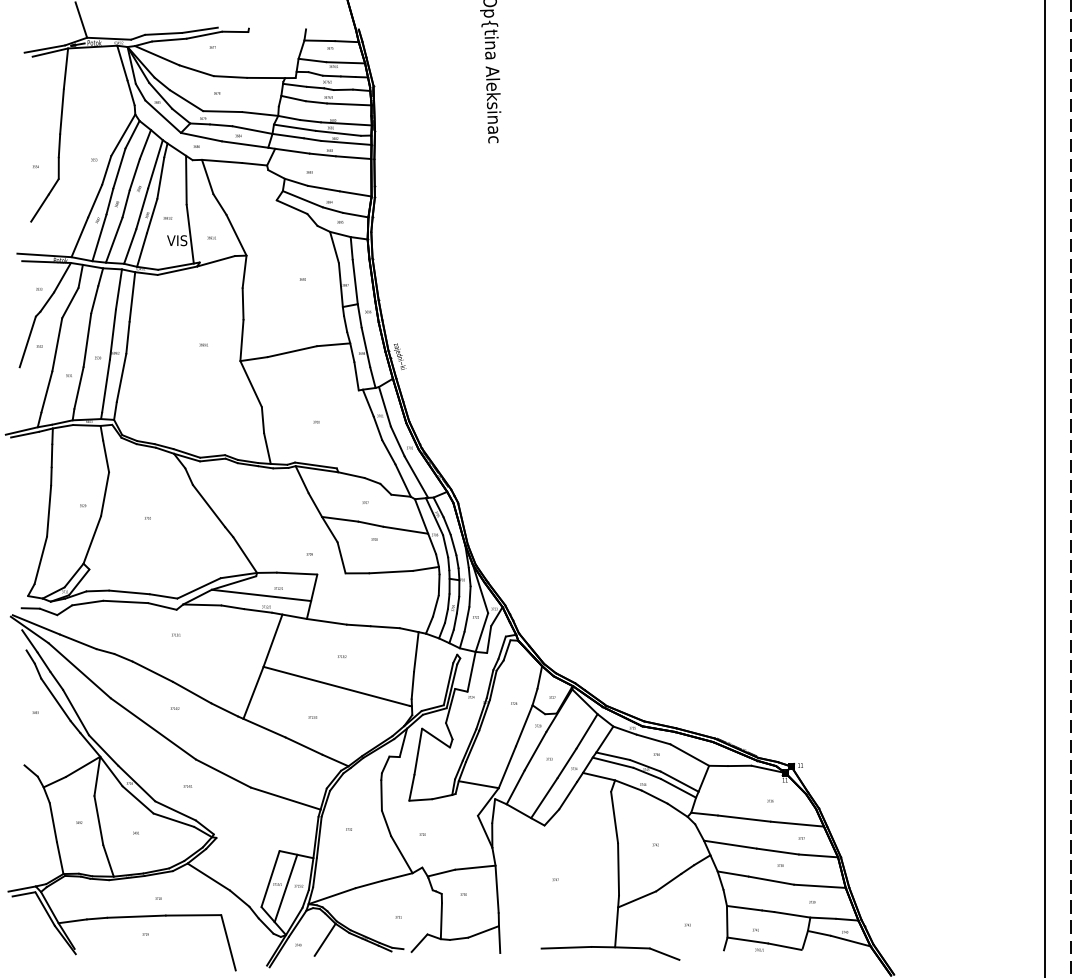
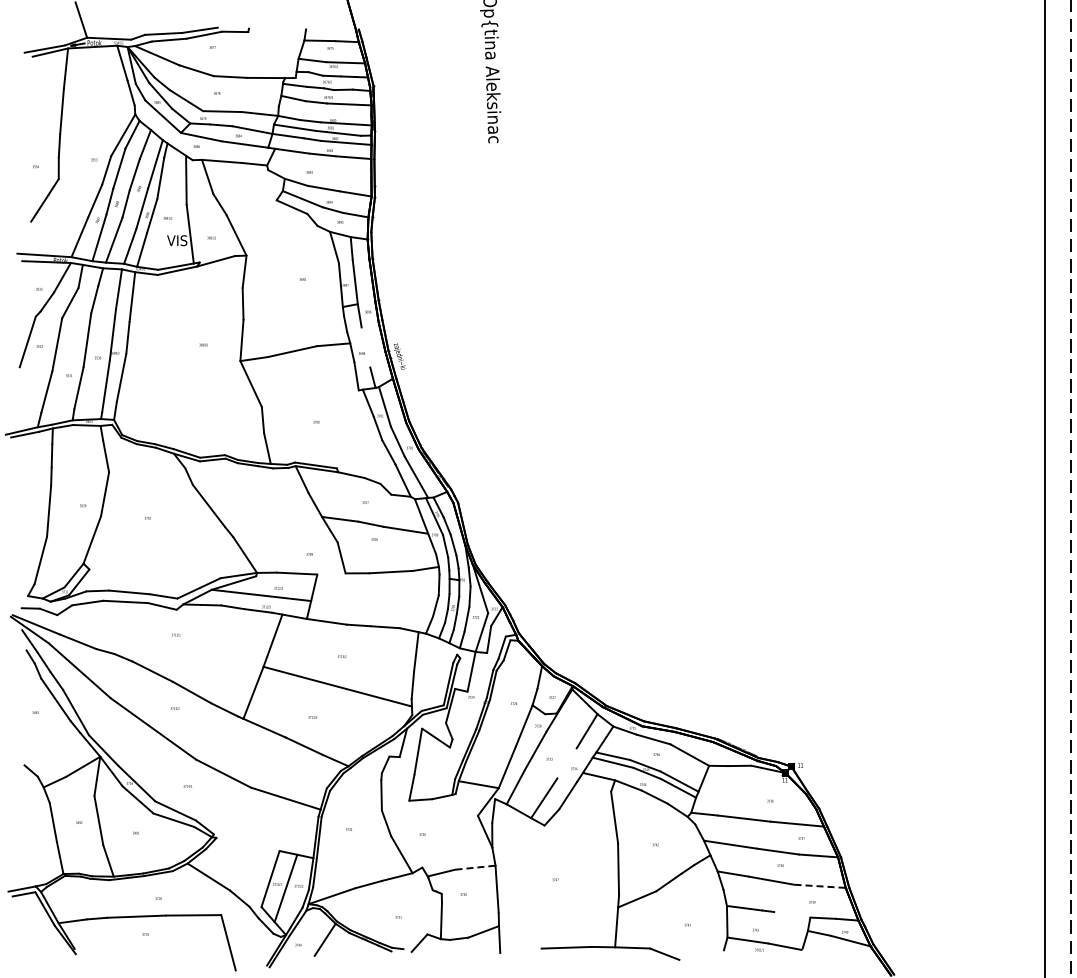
line at (365, 347): present -> none
line at (566, 763): present -> none
line at (475, 867): solid -> dashed
line at (819, 886): solid -> dashed
line at (792, 914): present -> none
